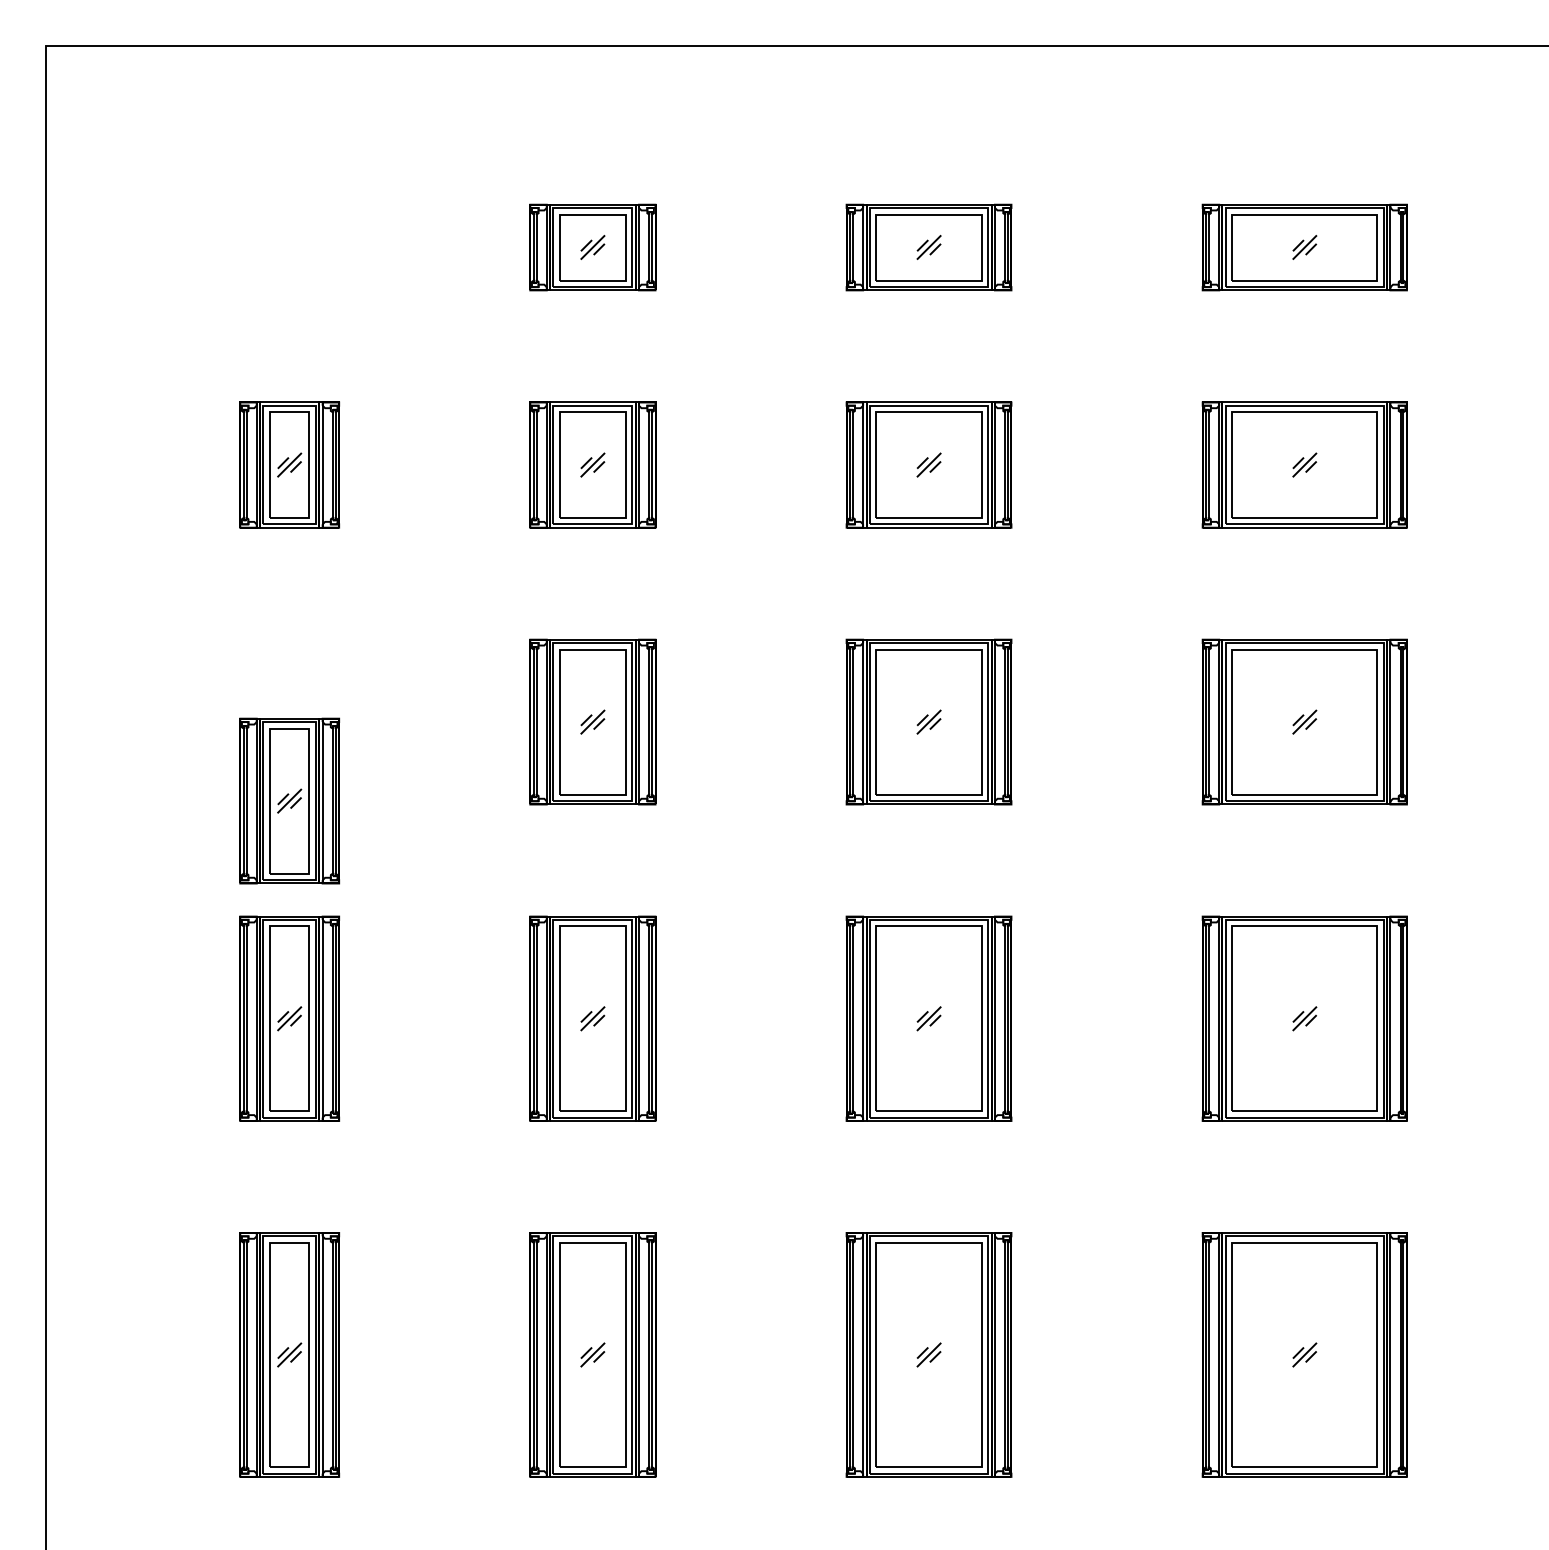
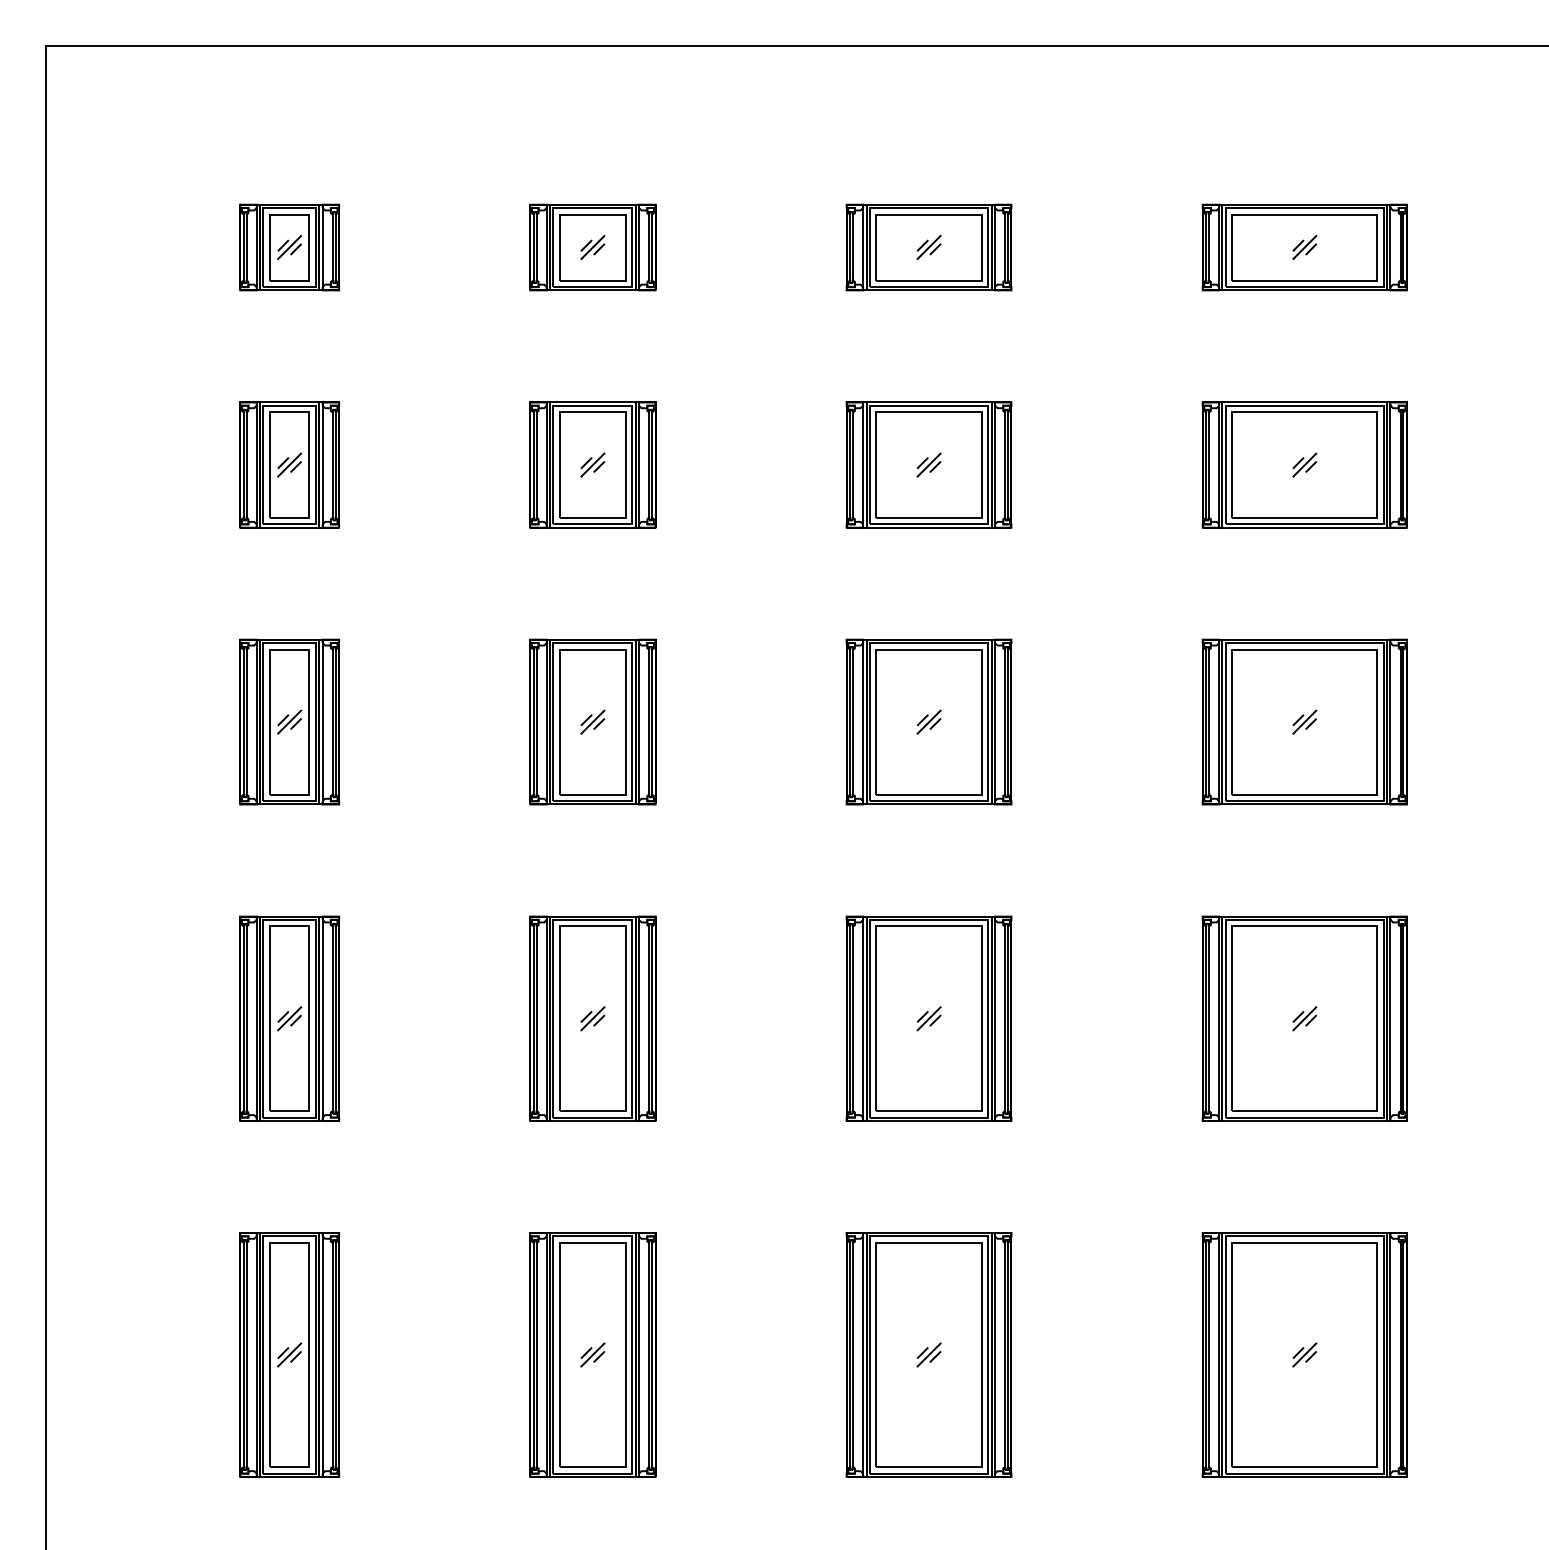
part at (289, 247): none -> present
part at (289, 800) position: (289, 800) -> (289, 721)
